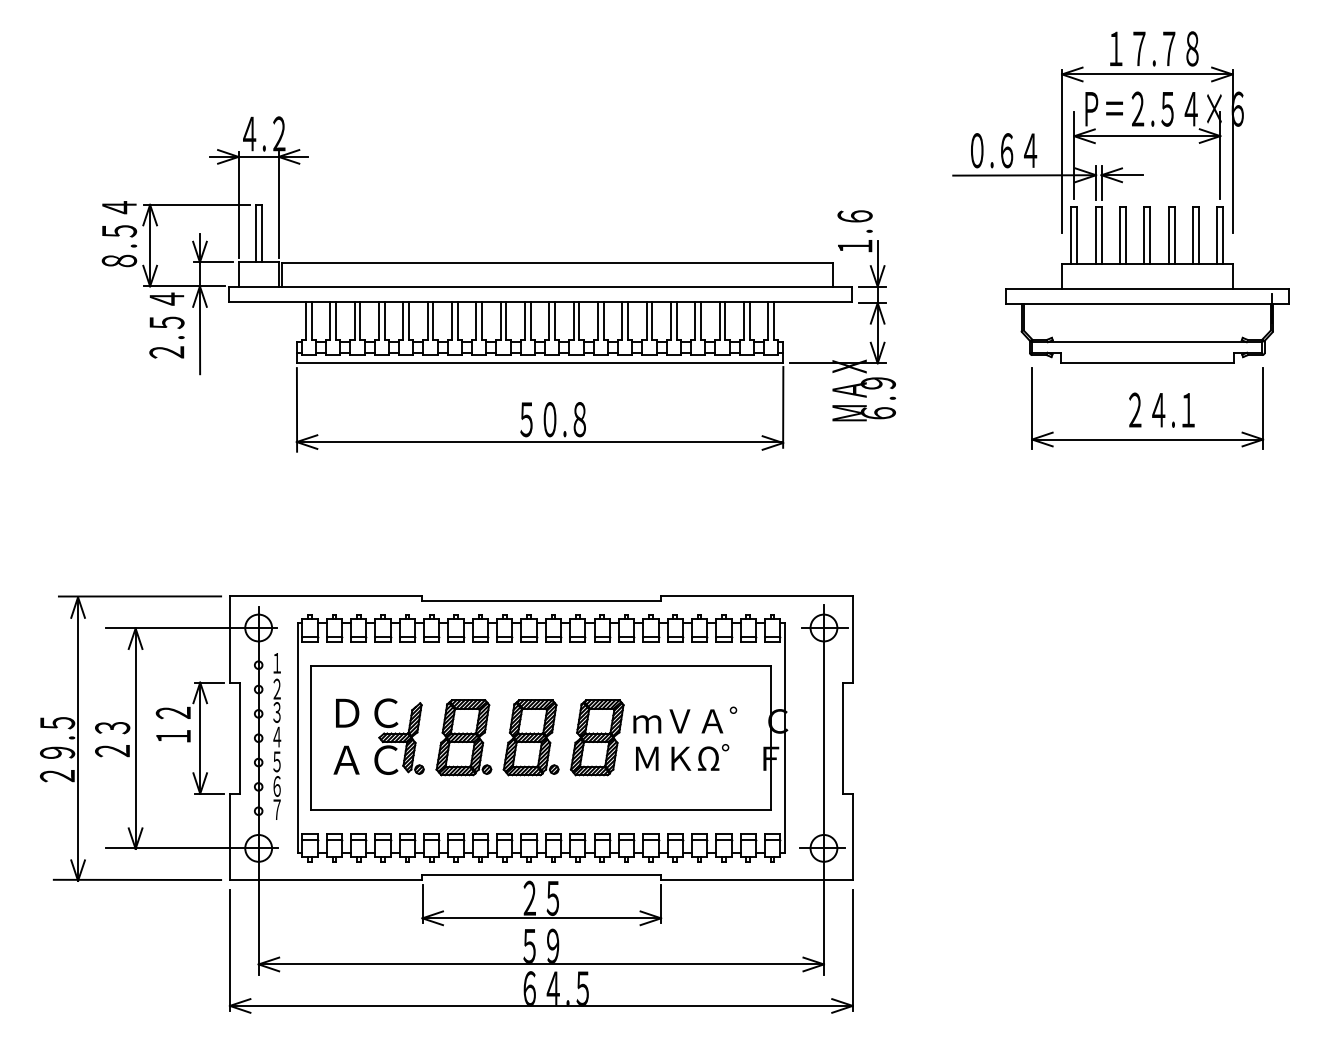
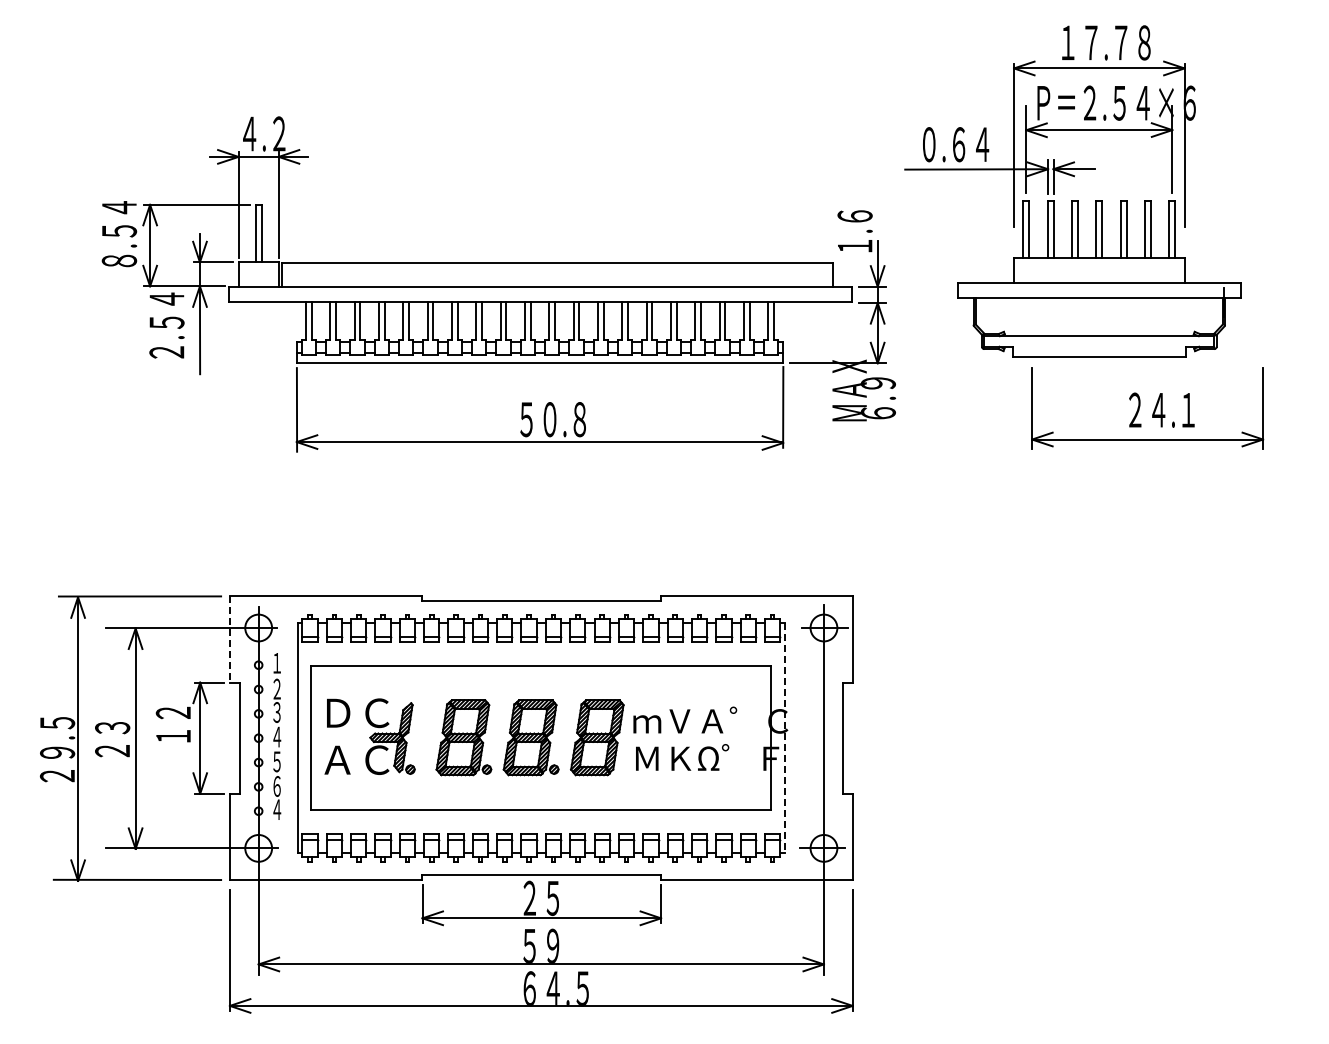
part at (1120, 206) position: (1120, 206) -> (1072, 200)
line at (229, 640): solid -> dashed
part at (378, 736) position: (378, 736) -> (369, 736)
line at (785, 738): solid -> dashed
text at (277, 809): ７ -> ４
